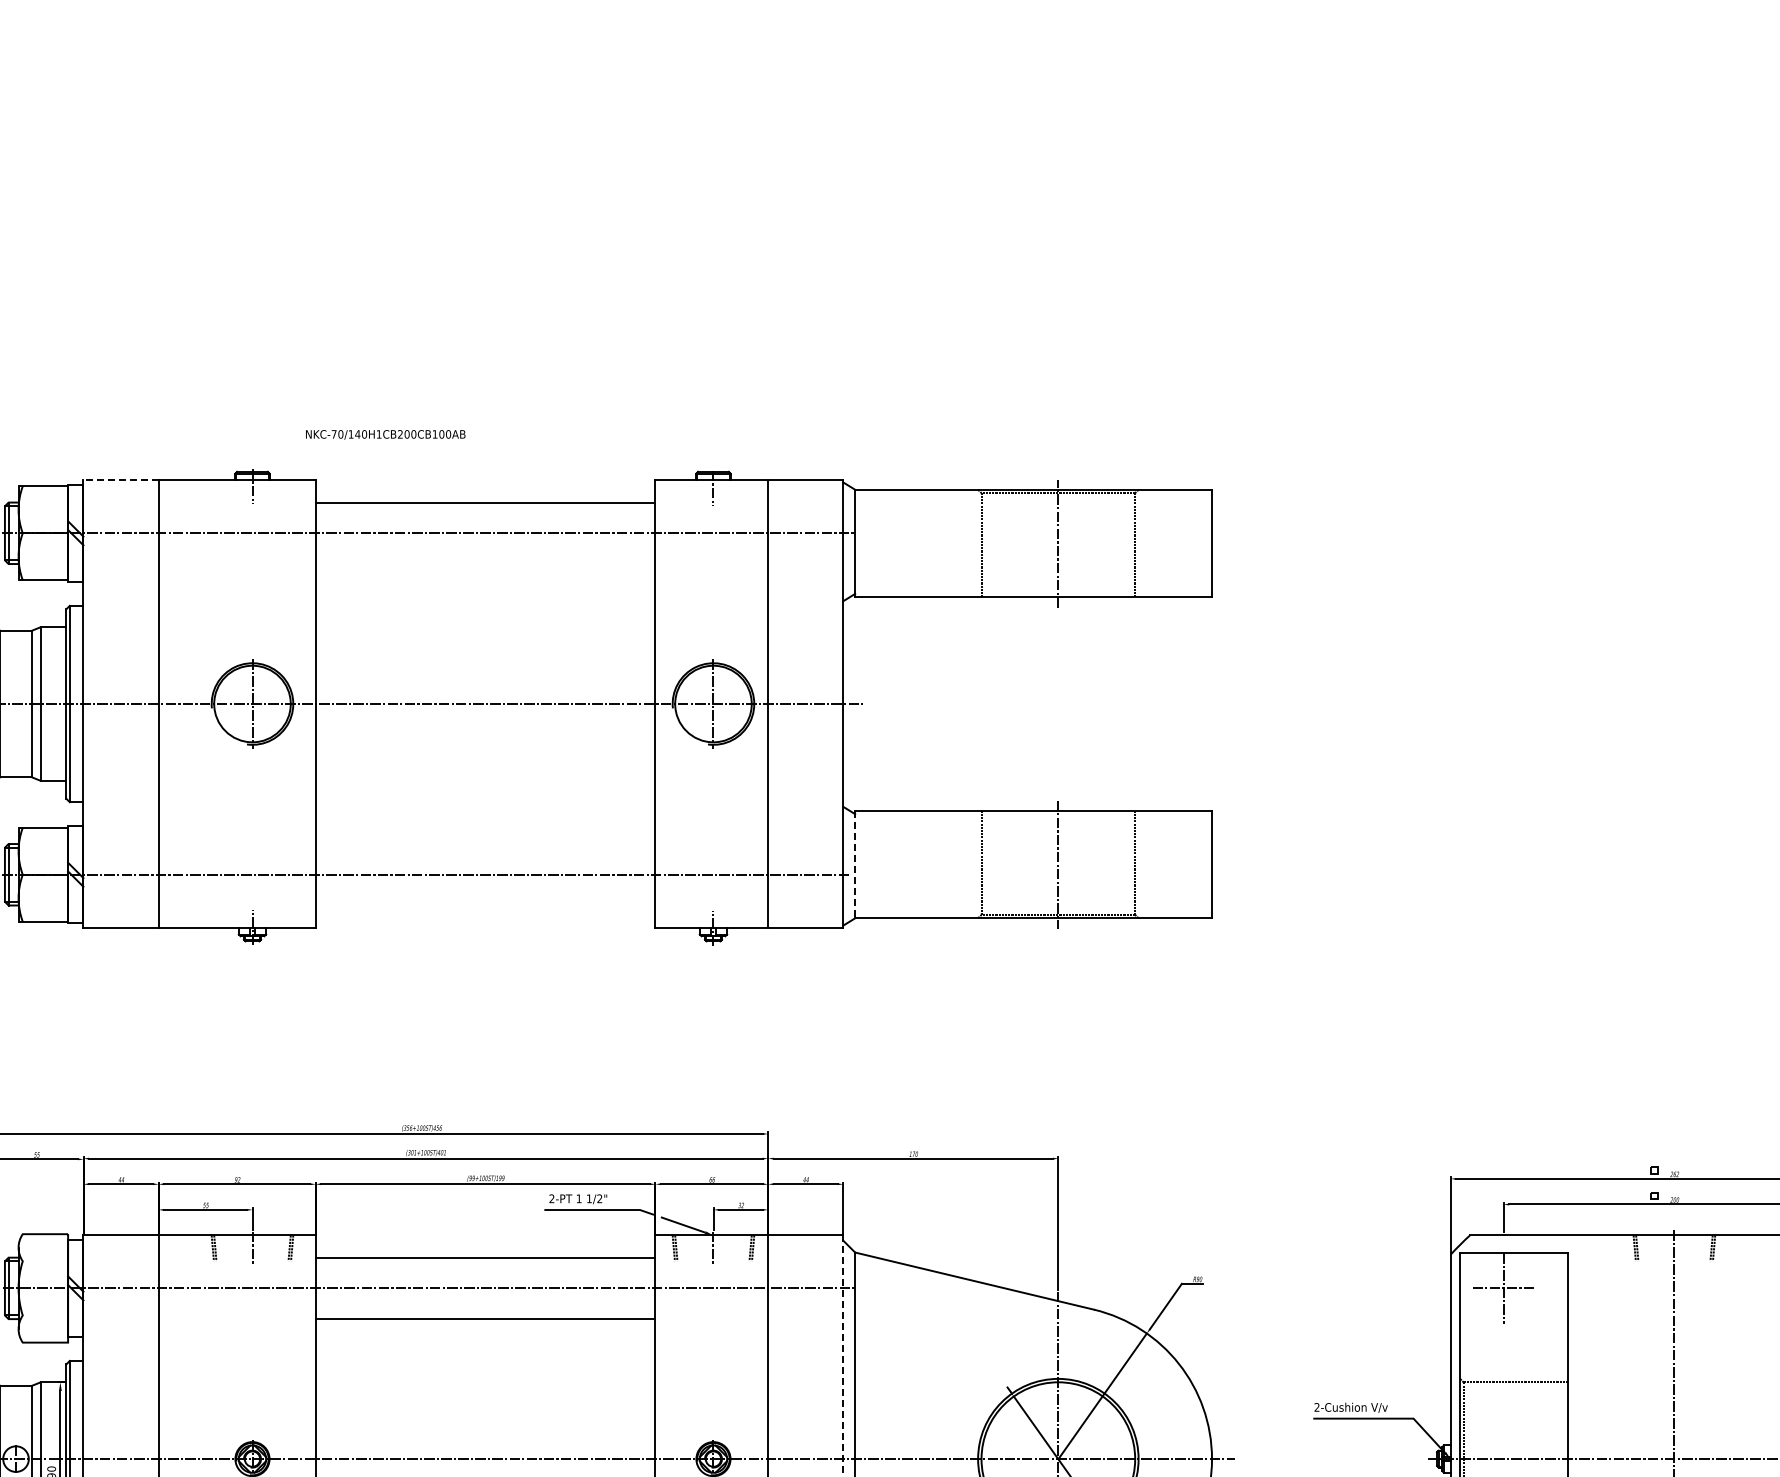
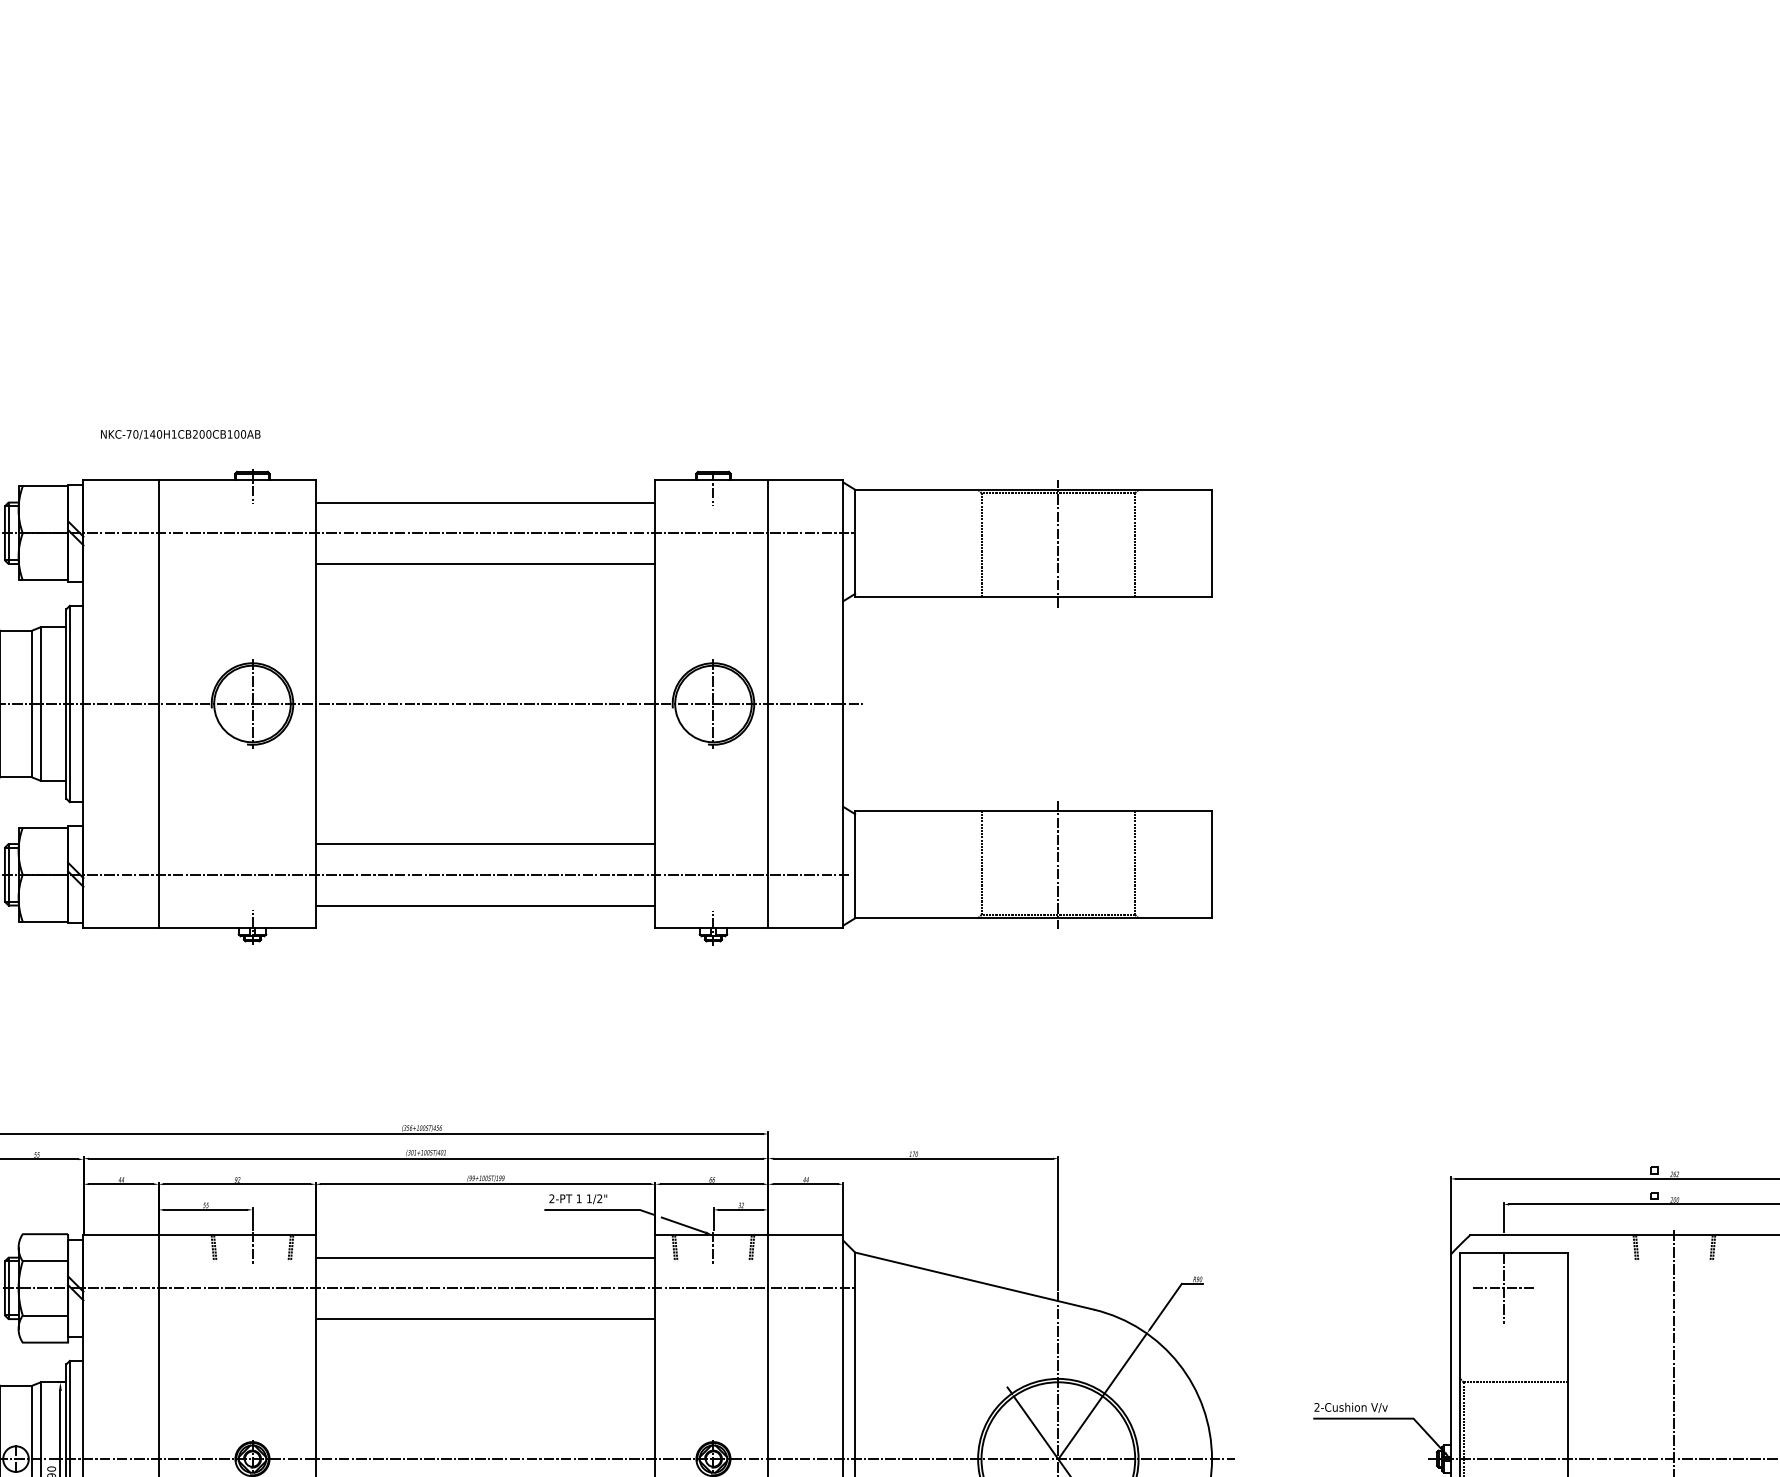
text at (385, 434) position: (385, 434) -> (180, 434)
line at (121, 480): dashed -> solid
line at (485, 564): none -> present
line at (485, 844): none -> present
line at (855, 864): dashed -> solid
line at (485, 905): none -> present
line at (45, 1261): none -> present
line at (45, 1315): none -> present
line at (843, 1356): dashed -> solid
